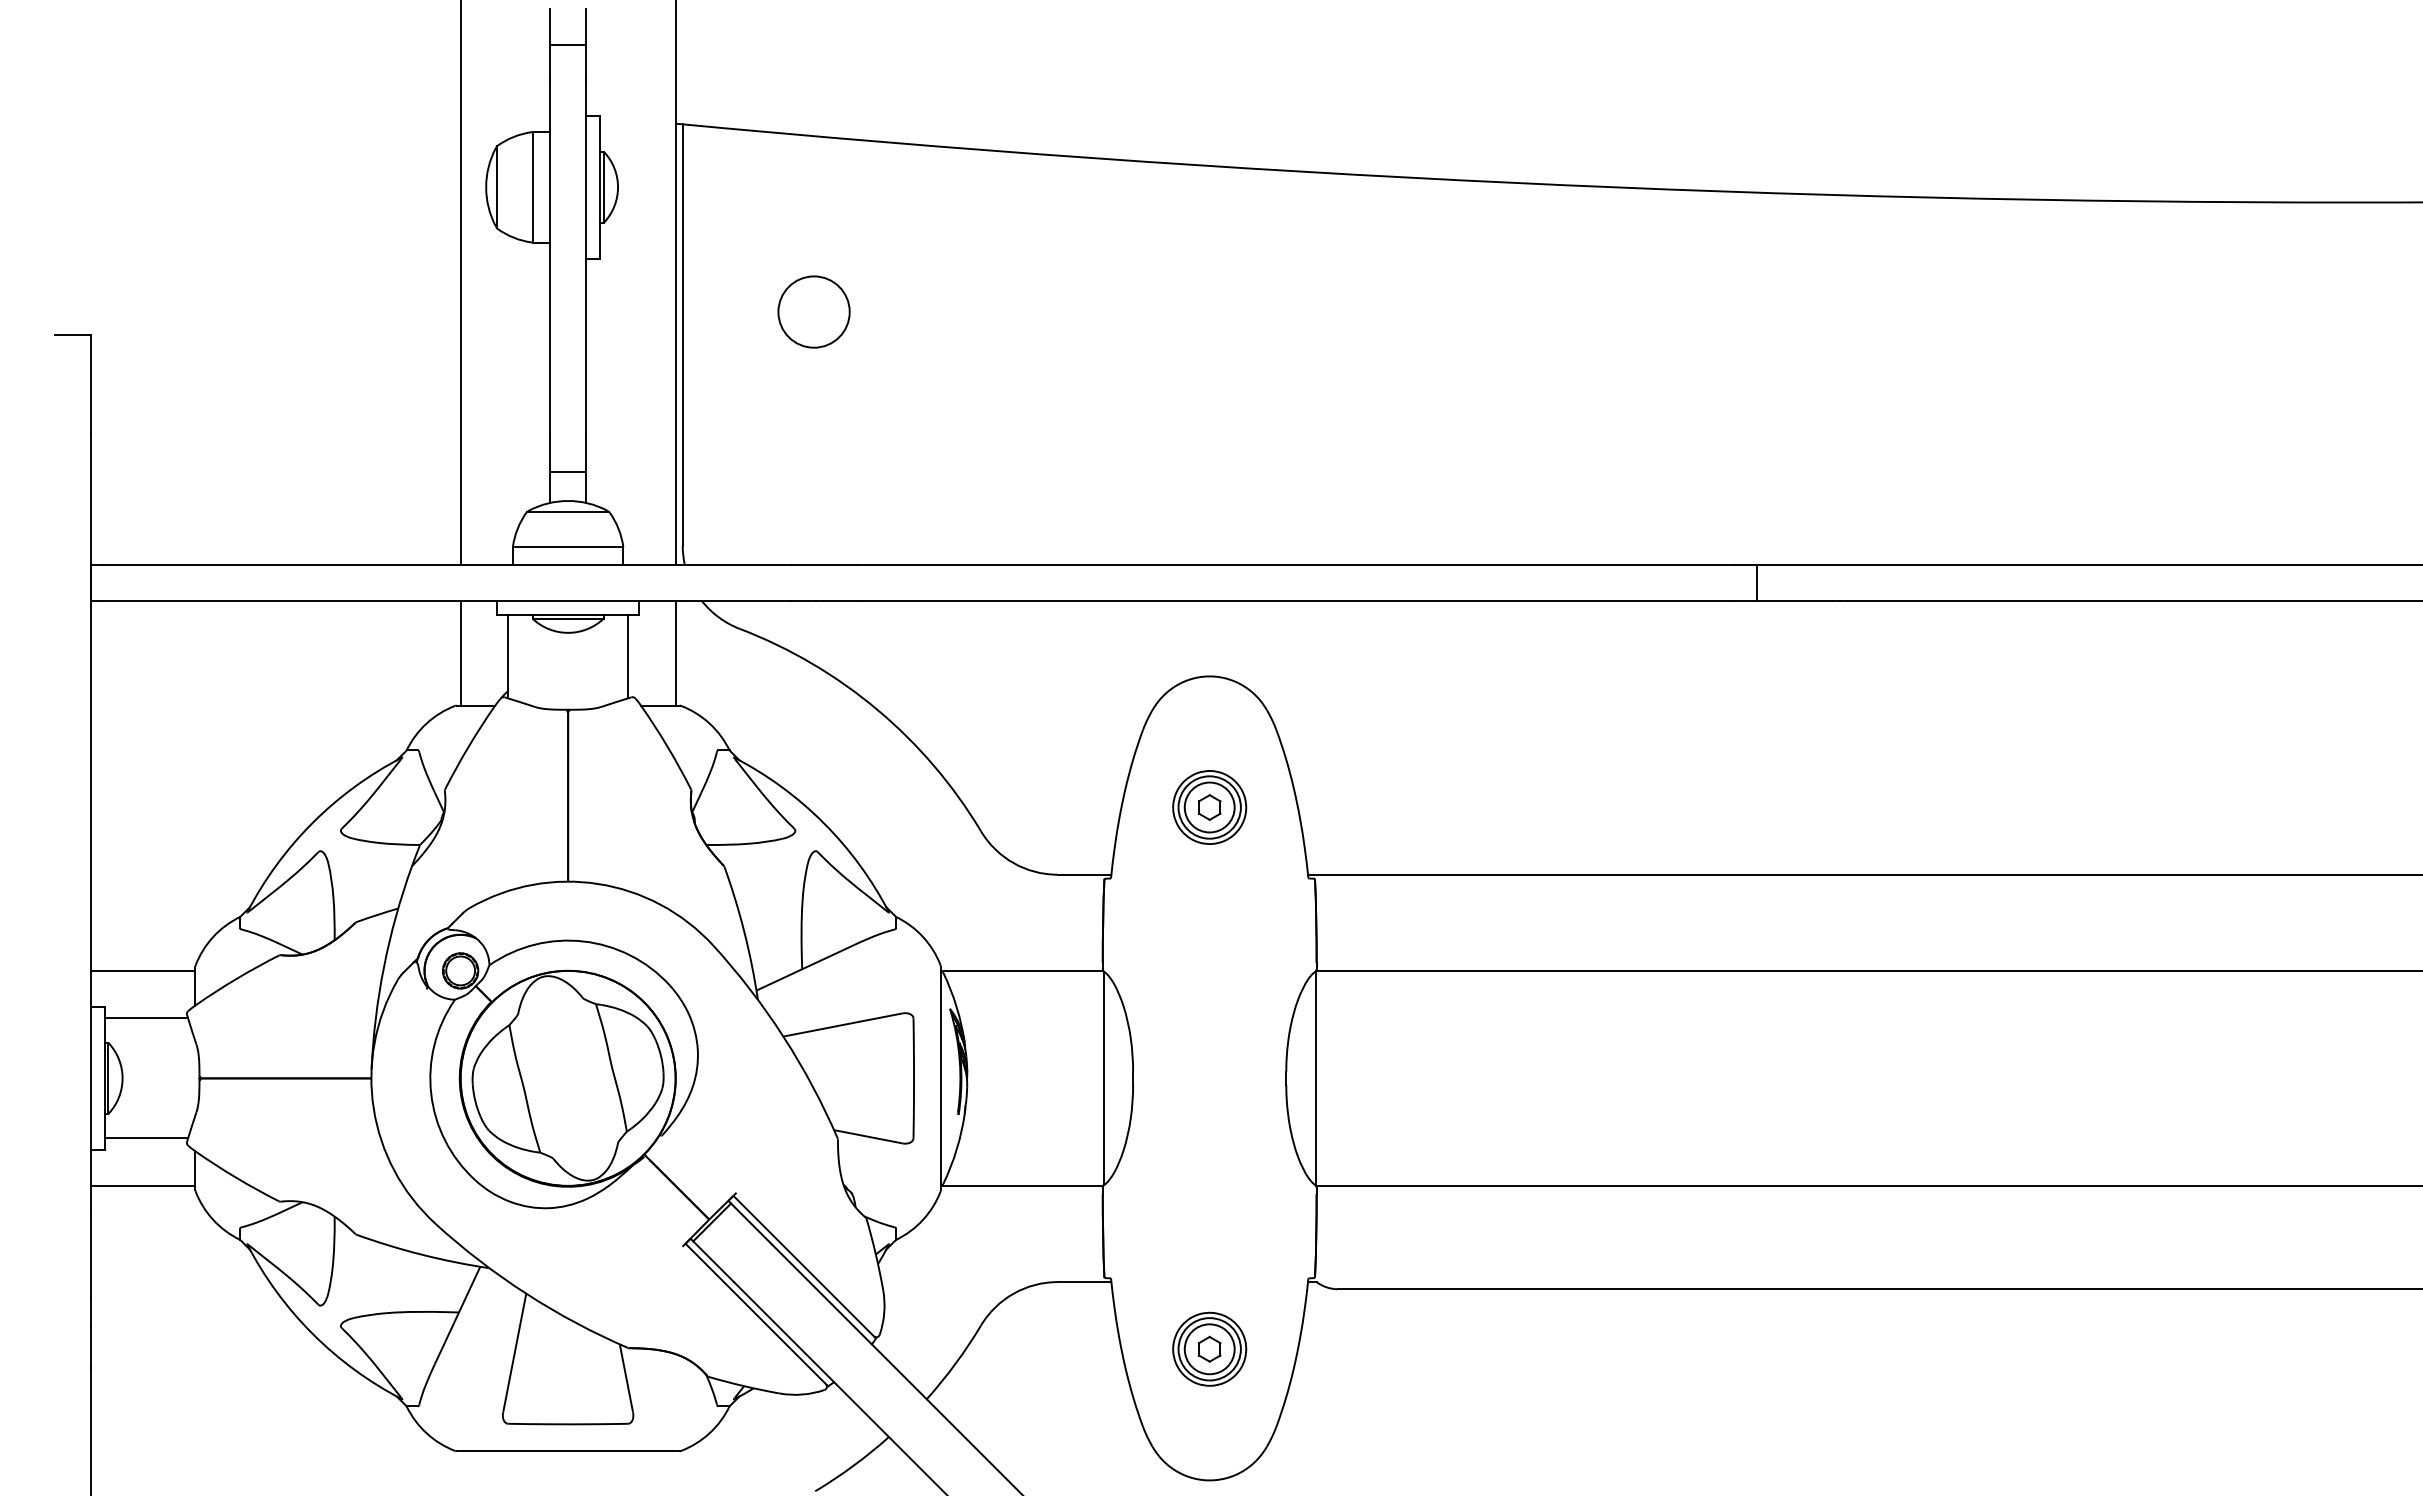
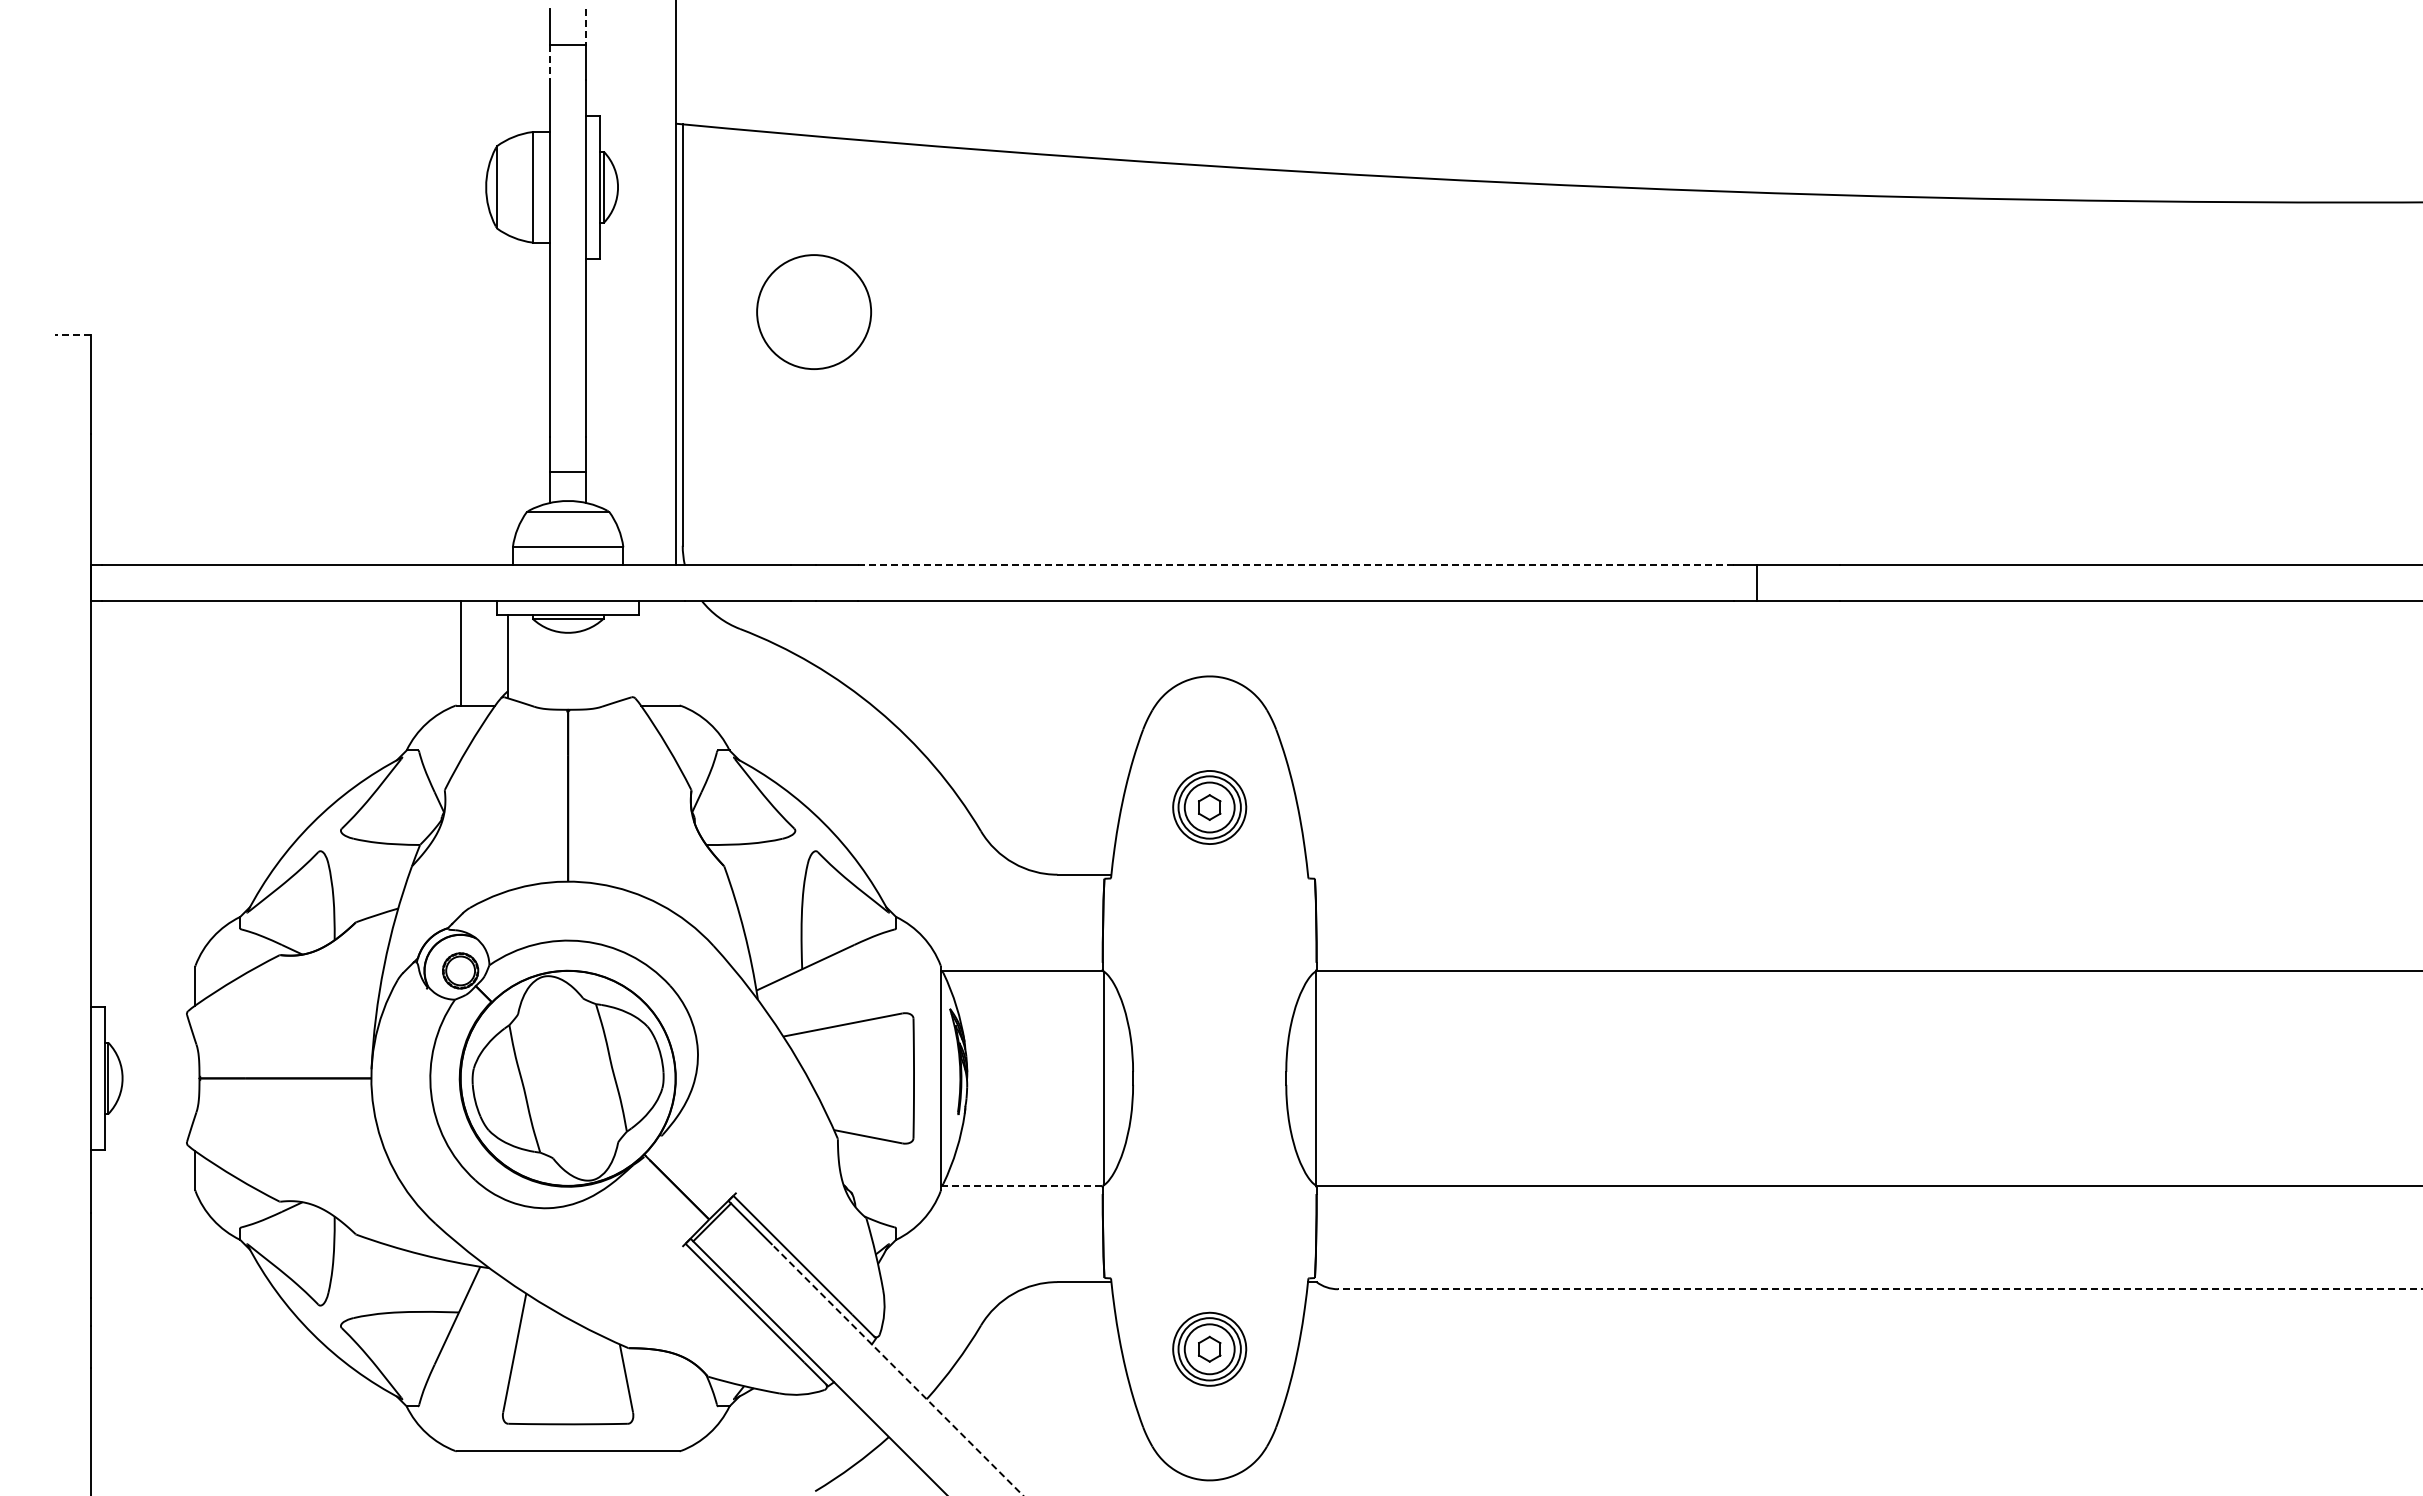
line at (585, 26): solid -> dashed
line at (550, 62): solid -> dashed
line at (460, 283): present -> none
circle at (813, 311) size: 74x74 px -> 117x116 px
line at (72, 335): solid -> dashed
line at (1295, 565): solid -> dashed
line at (675, 652): present -> none
line at (628, 656): present -> none
line at (1863, 874): present -> none
line at (142, 970): present -> none
line at (146, 1018): present -> none
line at (146, 1138): present -> none
line at (142, 1185): present -> none
line at (1022, 1185): solid -> dashed
line at (1879, 1289): solid -> dashed
line at (897, 1370): solid -> dashed
